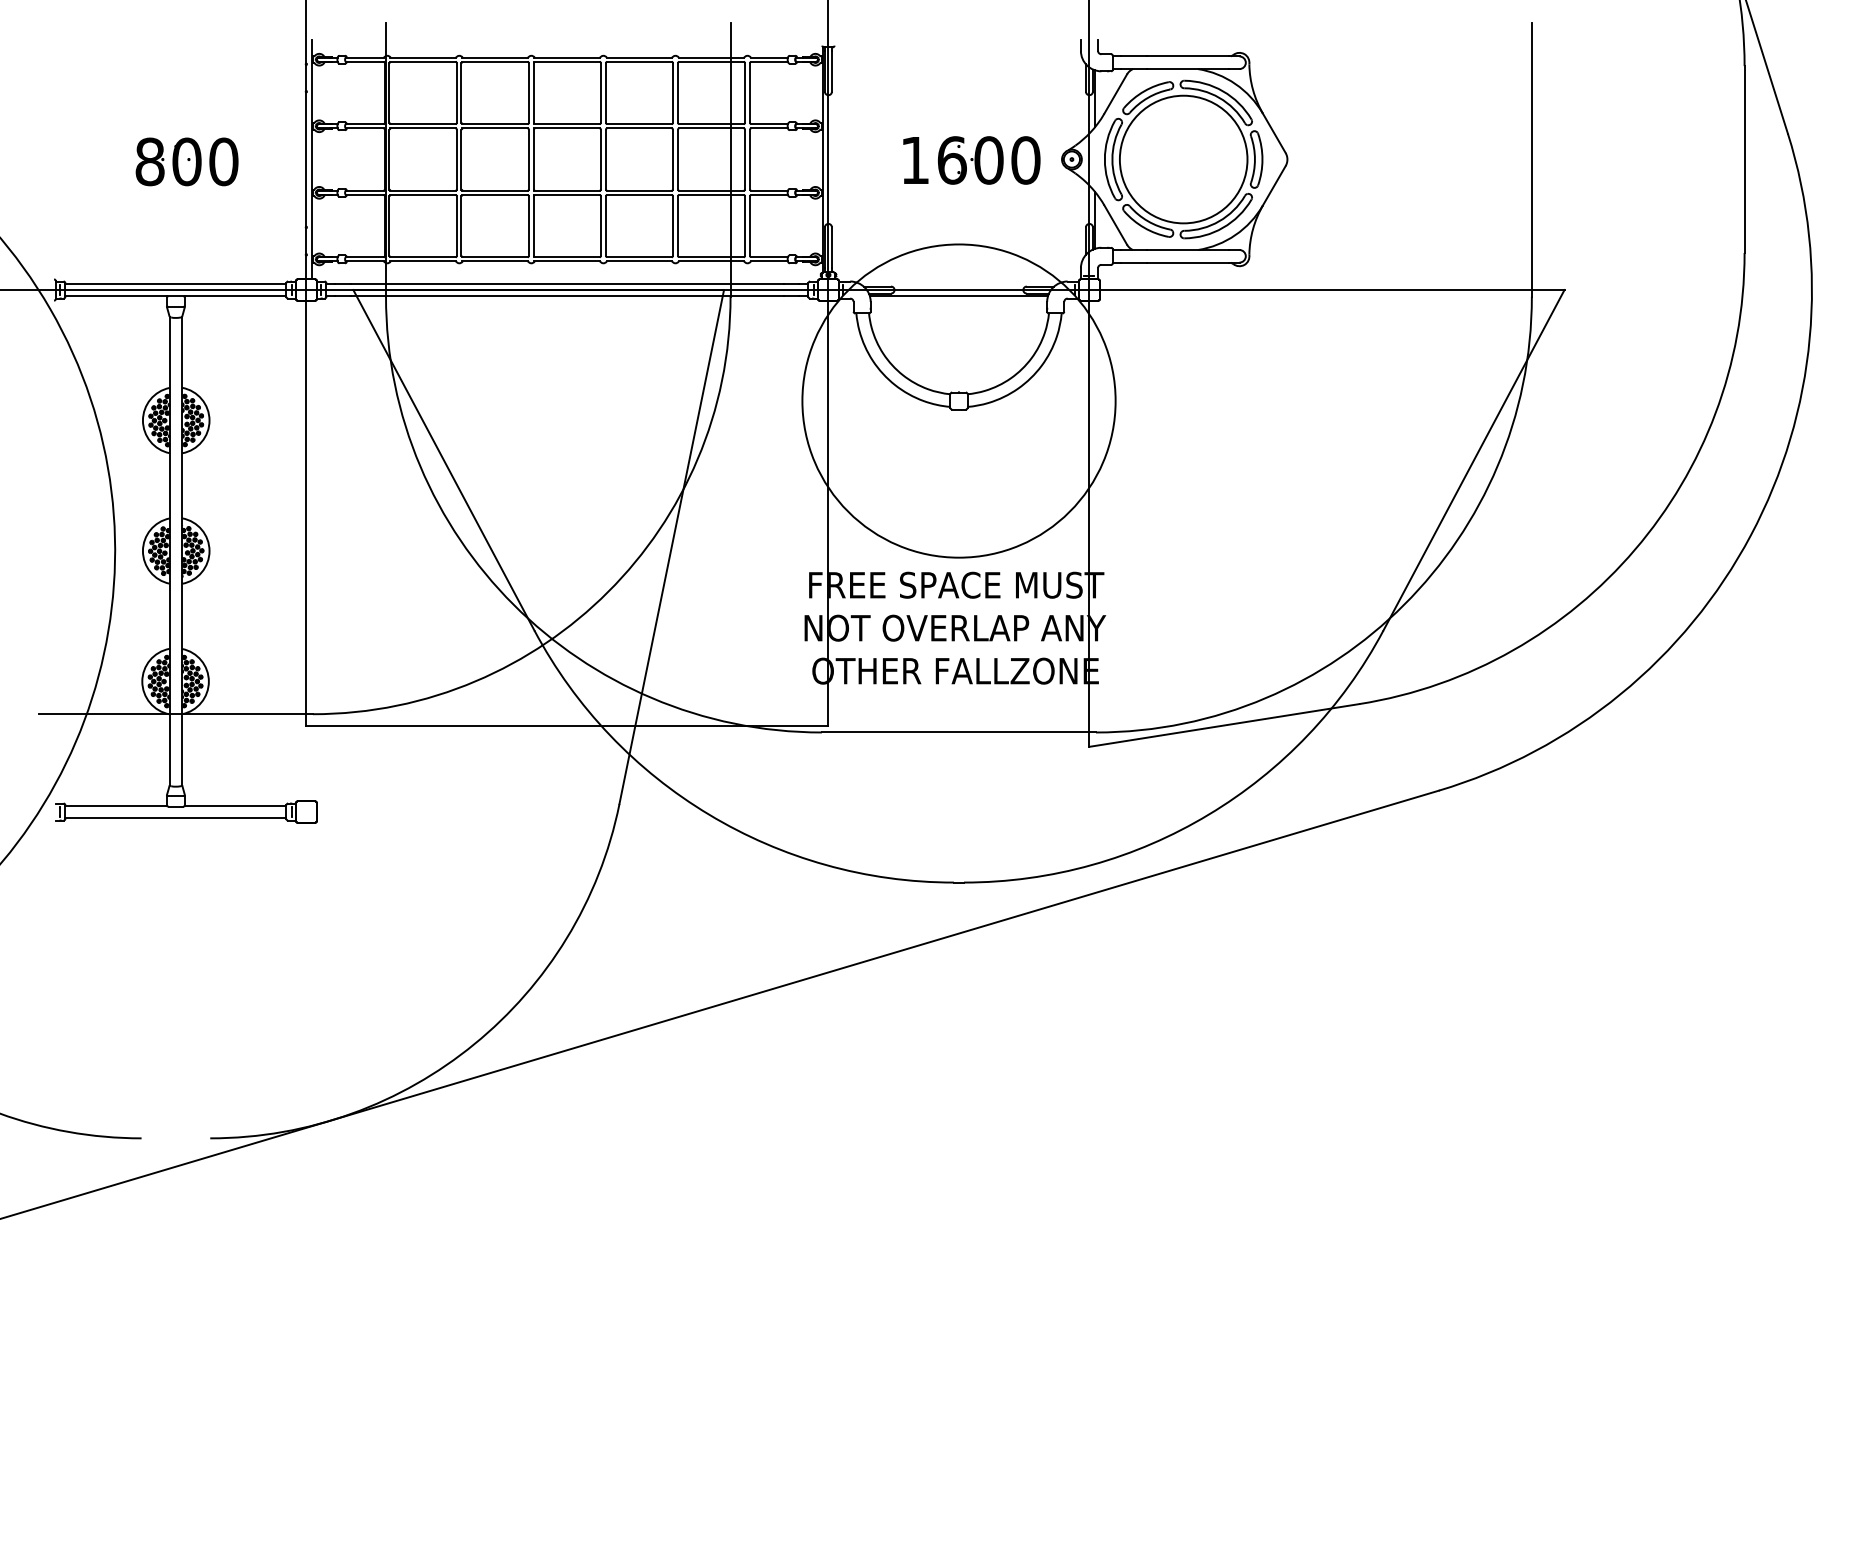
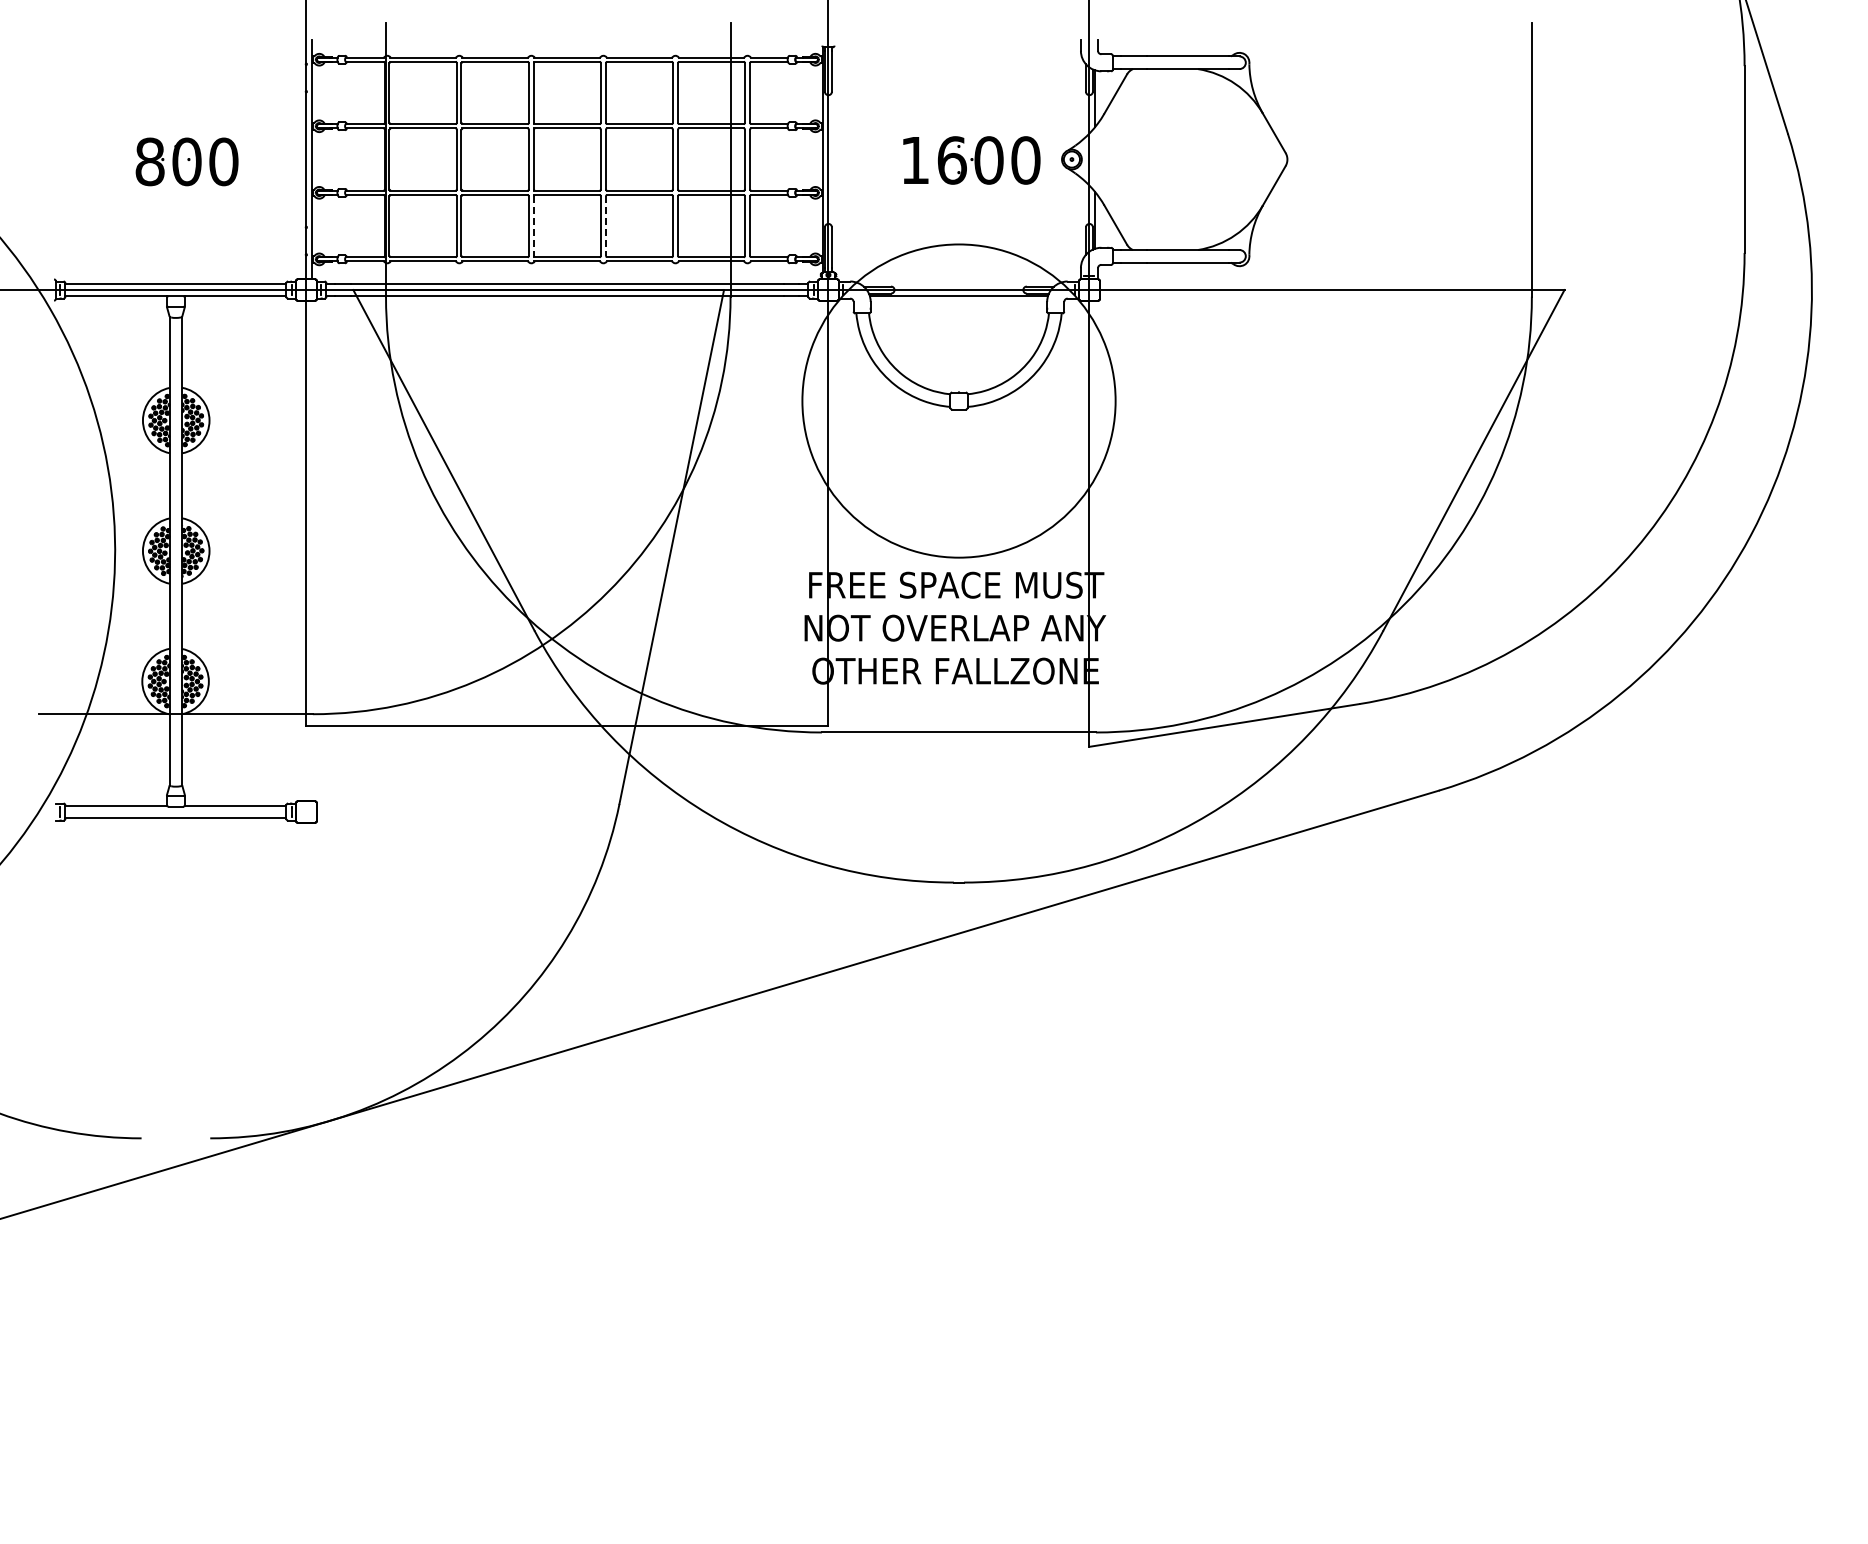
part at (1183, 159): present -> none
line at (533, 226): solid -> dashed
line at (605, 226): solid -> dashed
